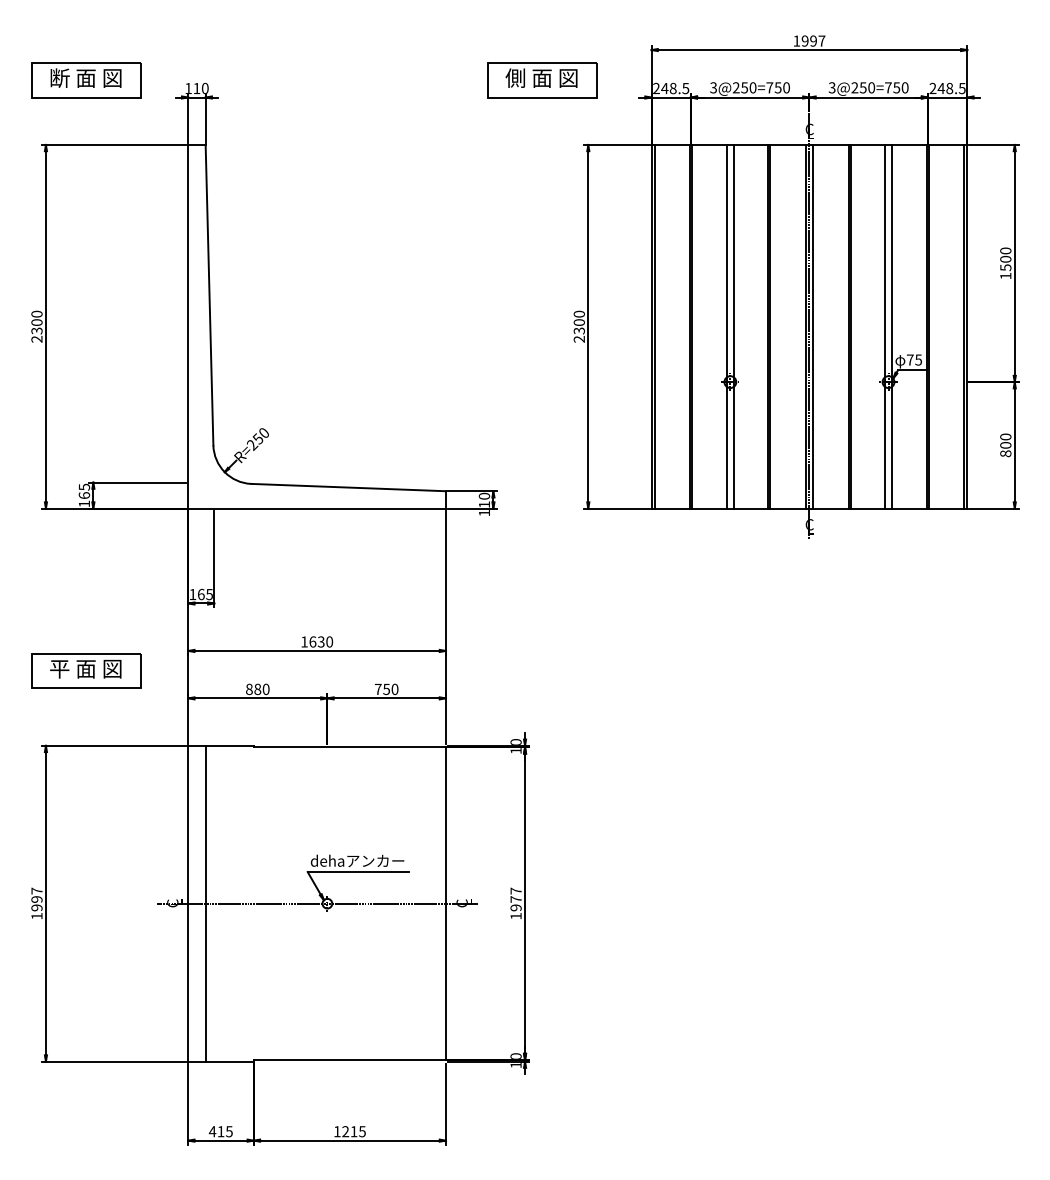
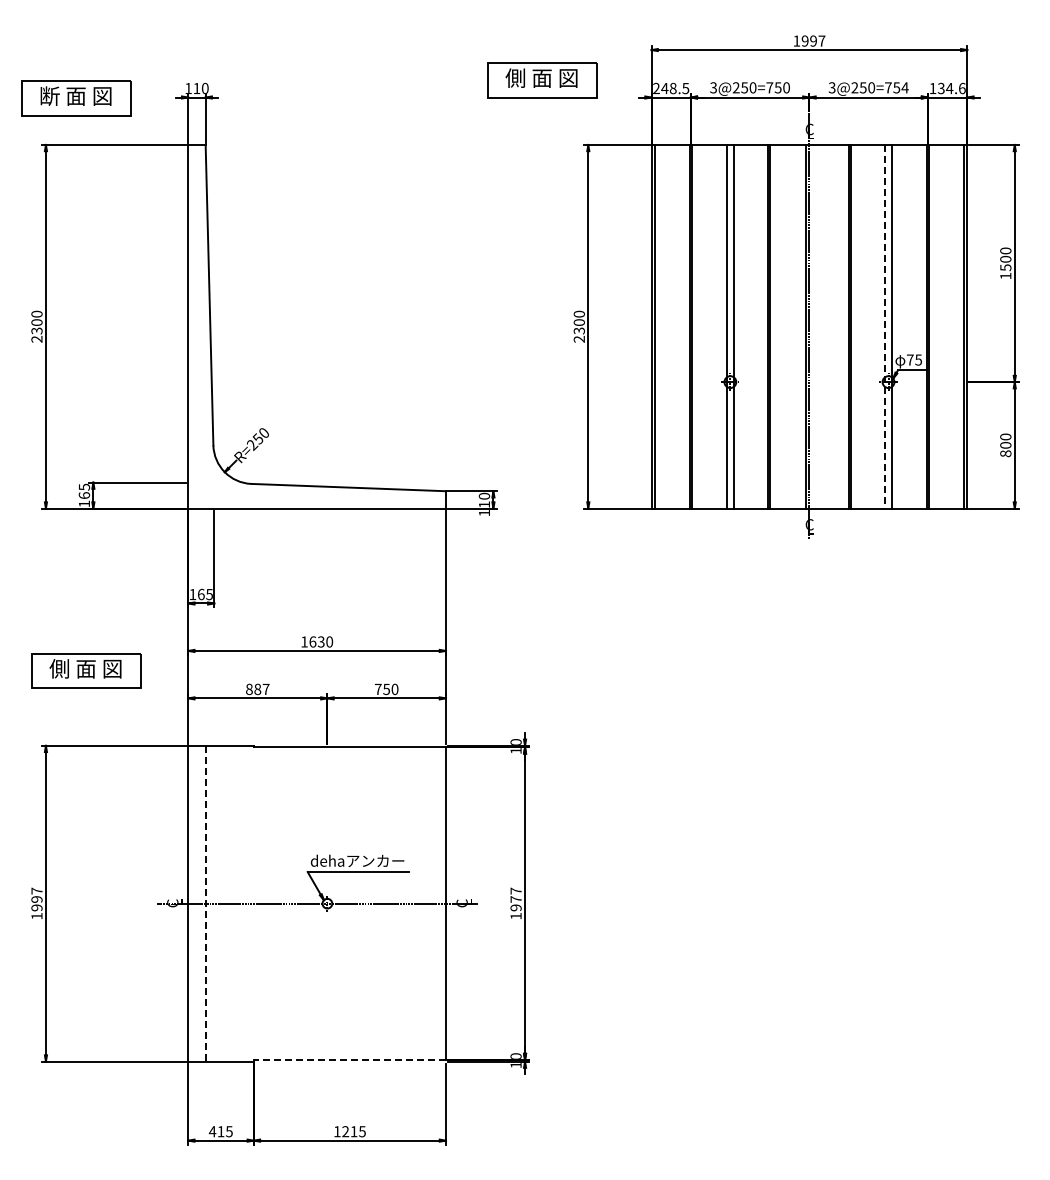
part at (86, 80) position: (86, 80) -> (76, 98)
text at (904, 87): 3@250=750 -> 3@250=754
text at (947, 88): 248.5 -> 134.6
line at (812, 326): present -> none
line at (885, 326): solid -> dashed
text at (59, 668): 平 面 図 -> 側 面 図
text at (265, 689): 880 -> 887
line at (205, 903): solid -> dashed
line at (349, 1060): solid -> dashed
